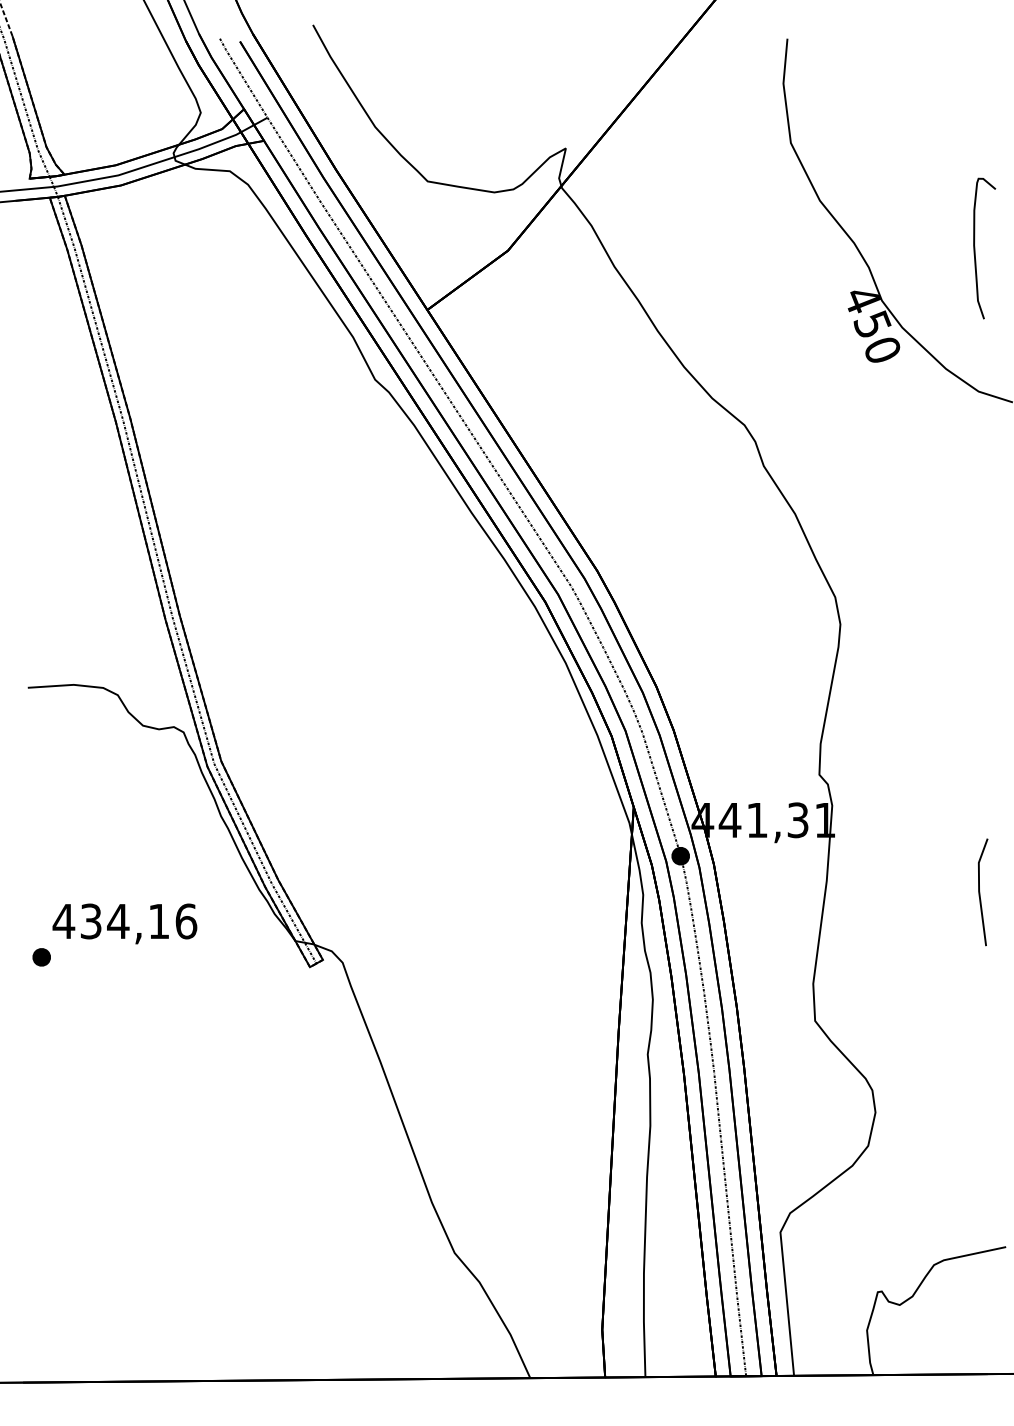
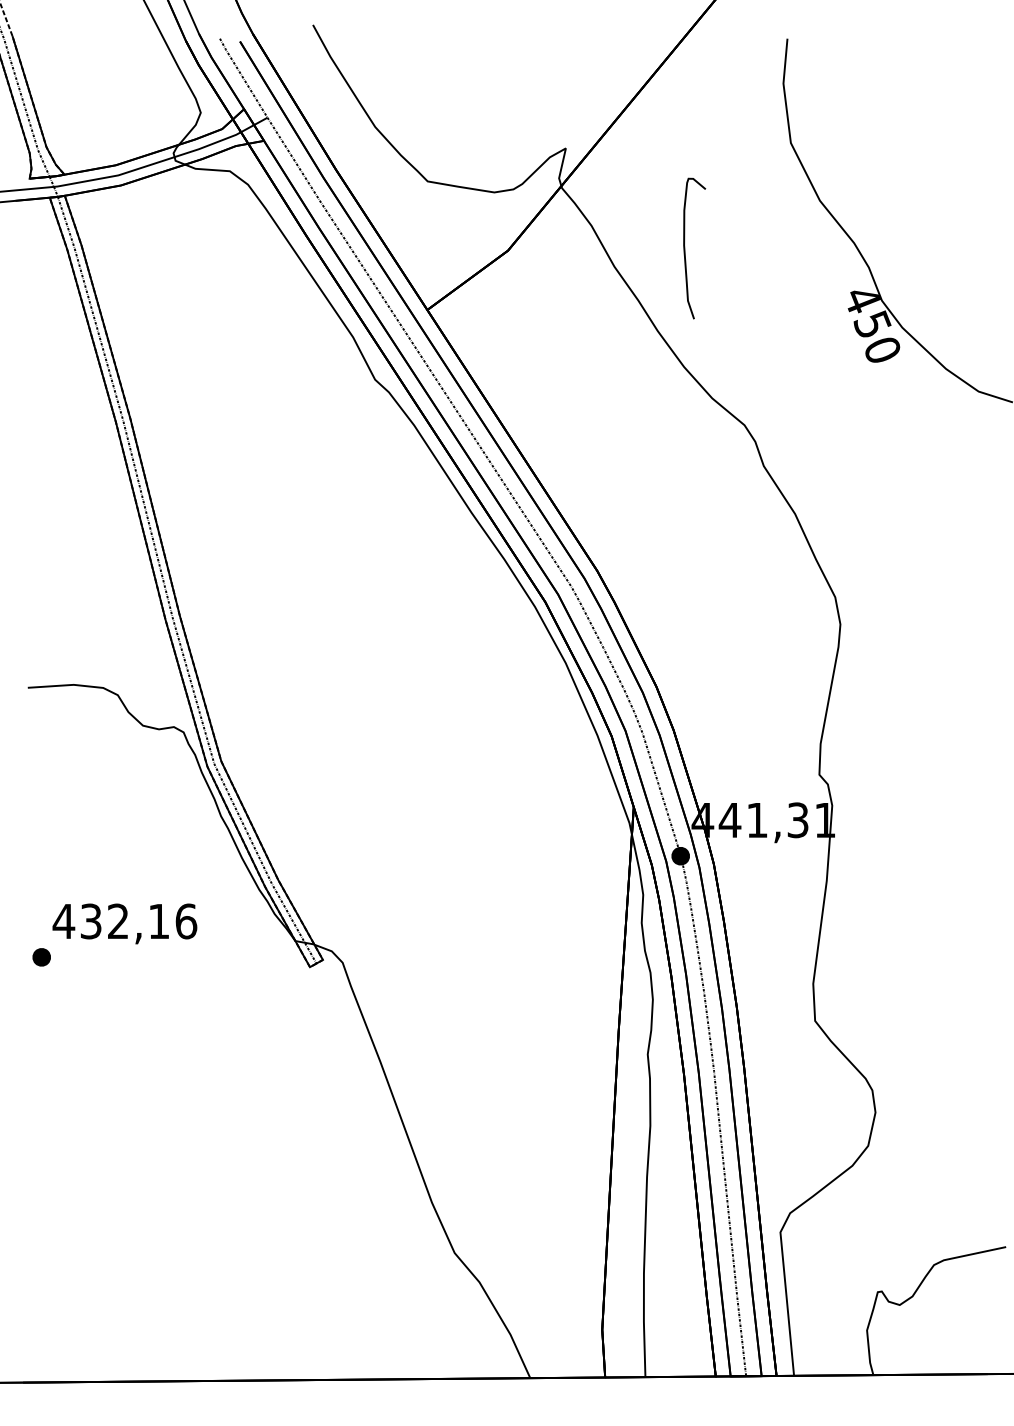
part at (975, 248) position: (975, 248) -> (685, 248)
line at (980, 892): present -> none
text at (118, 920): 434,16 -> 432,16
